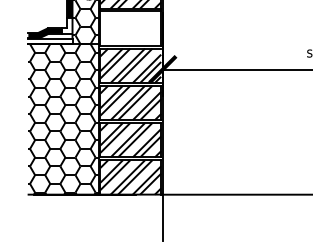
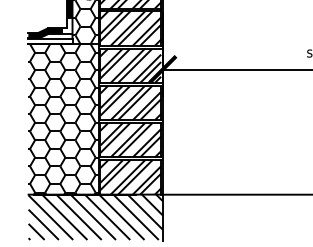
hatch at (130, 28): none -> present
hatch at (95, 216): none -> present
